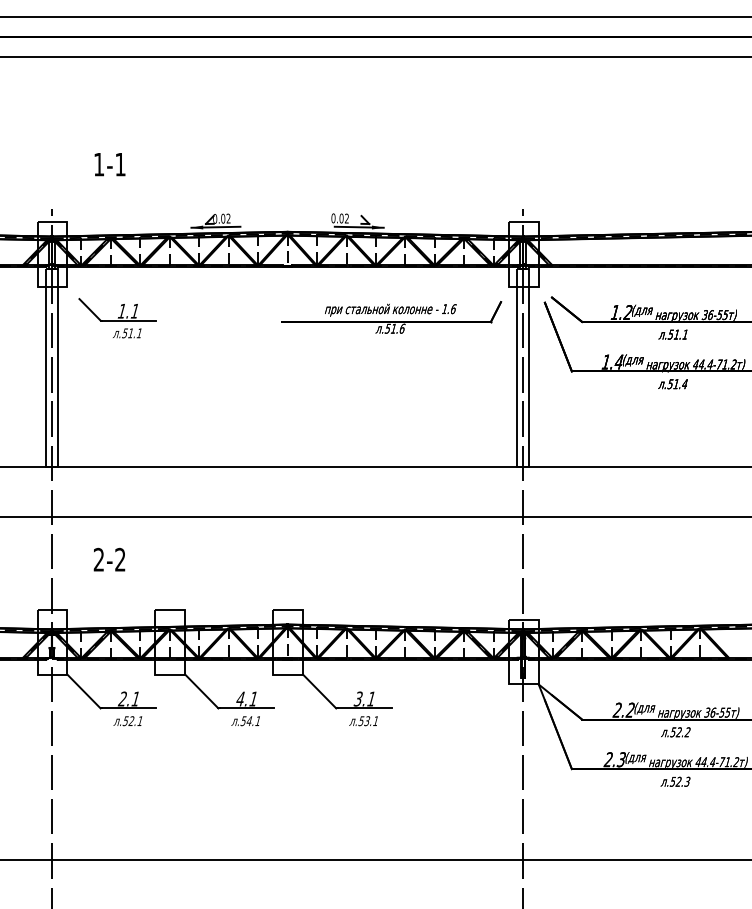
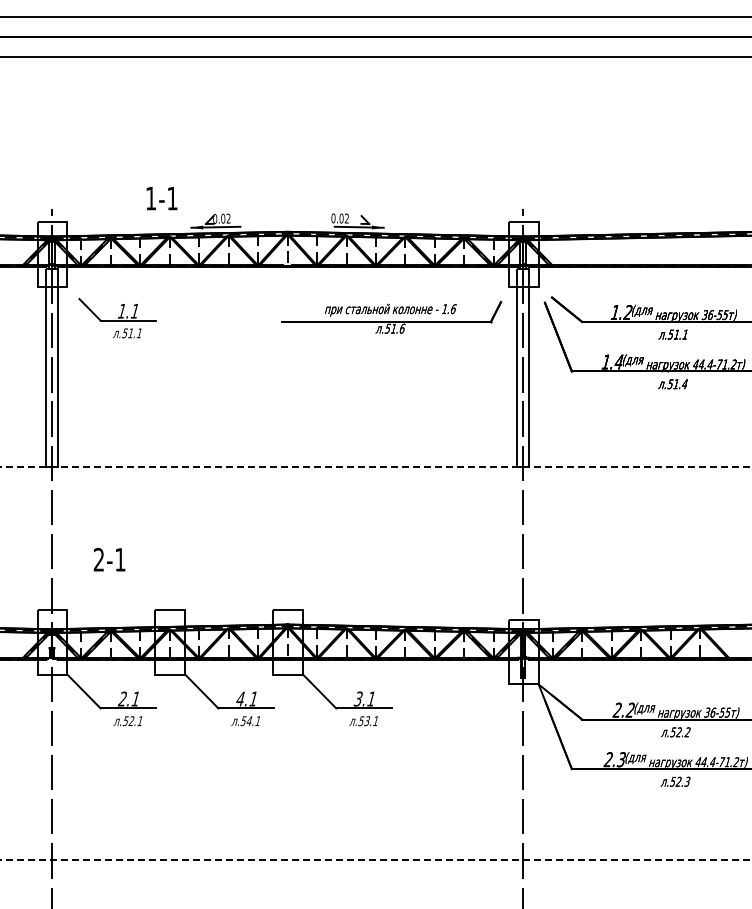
text at (109, 164) position: (109, 164) -> (161, 198)
line at (376, 467): solid -> dashed
line at (375, 517): present -> none
text at (120, 559): 2-2 -> 2-1
line at (376, 860): solid -> dashed
